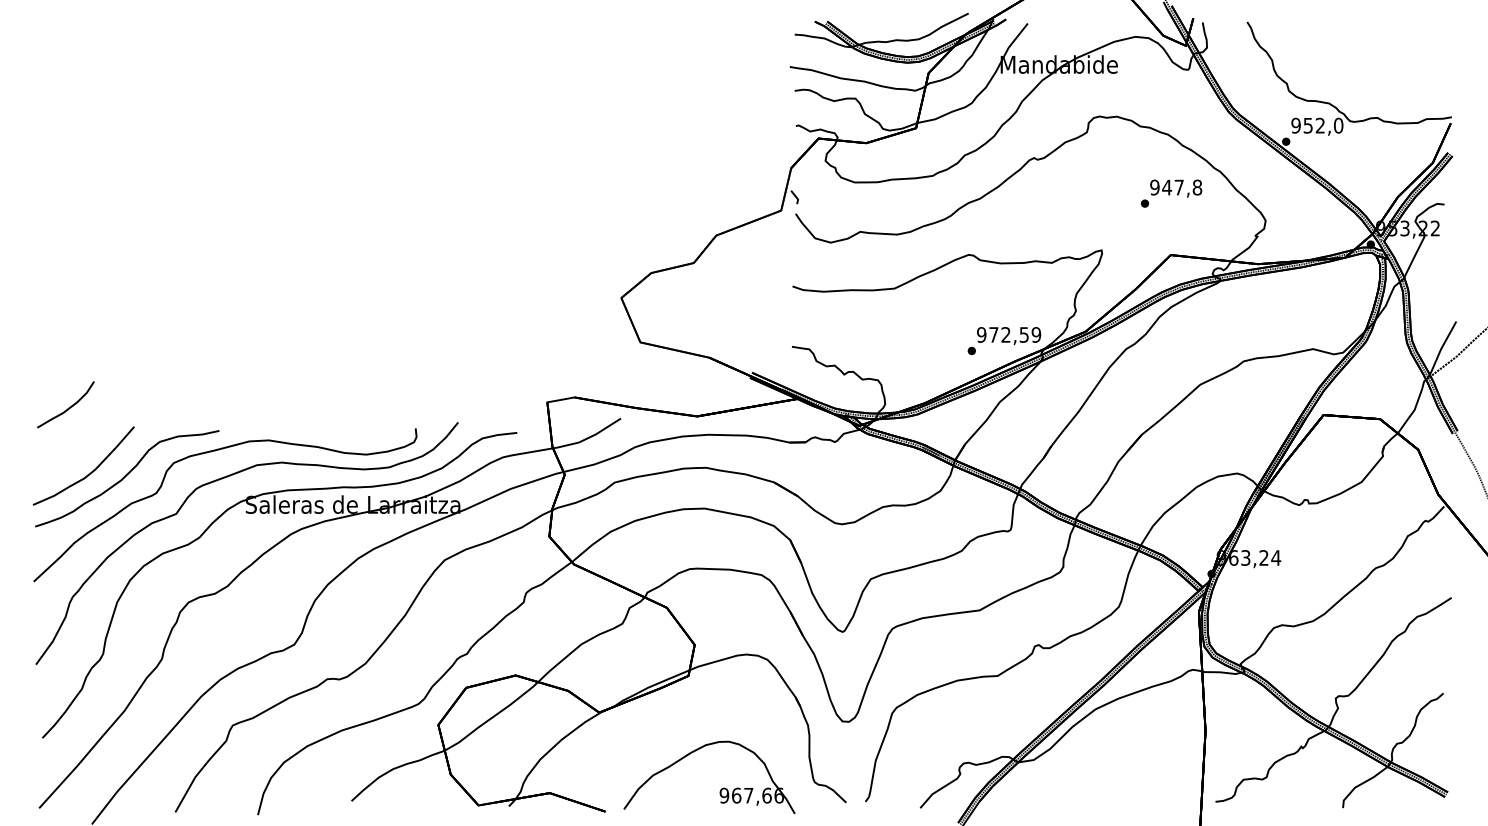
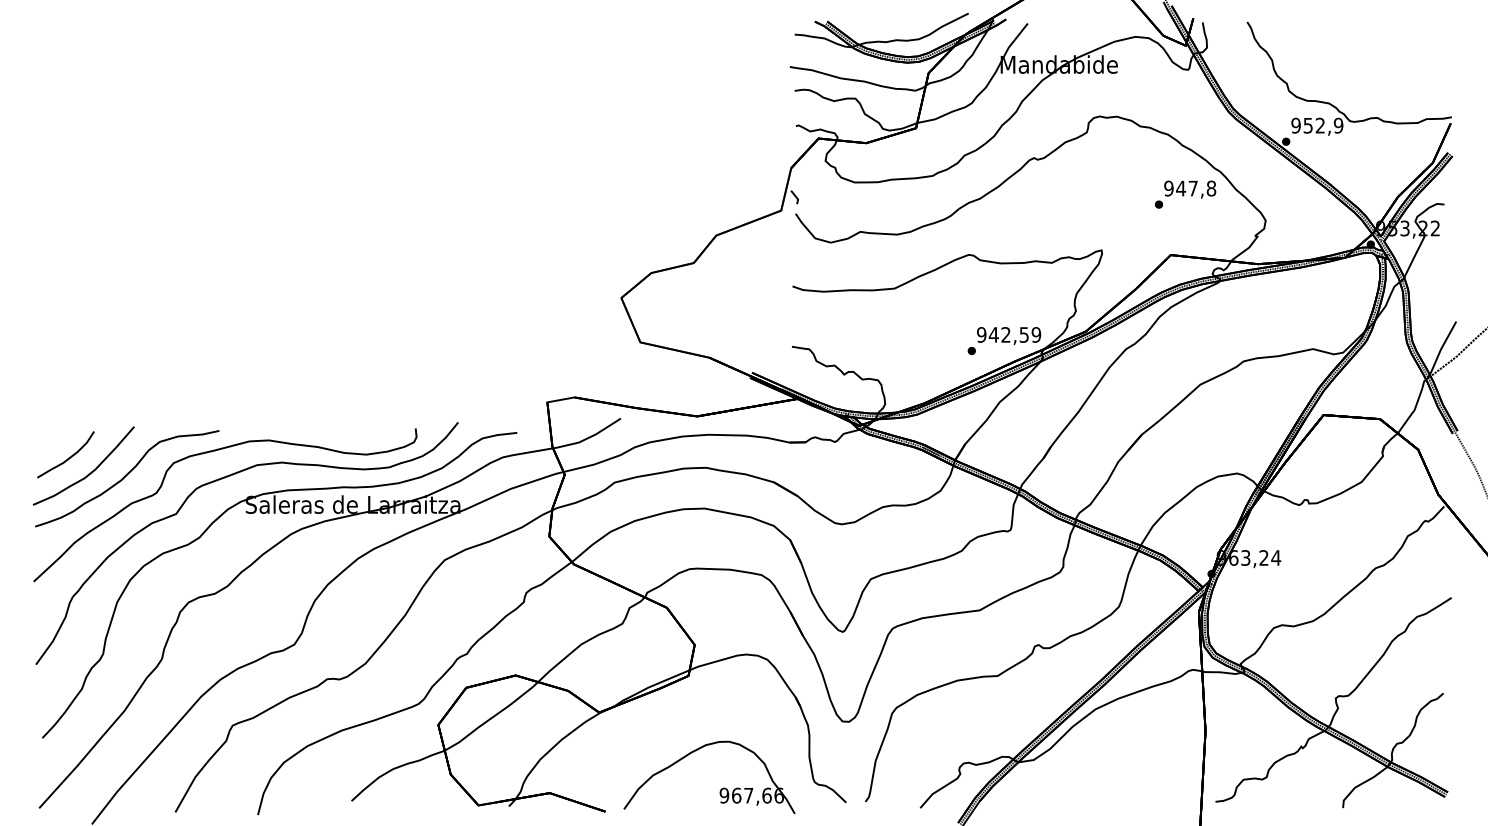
text at (1338, 125): 952,0 -> 952,9
text at (1171, 193) position: (1171, 193) -> (1185, 194)
text at (993, 334): 972,59 -> 942,59
part at (65, 404) position: (65, 404) -> (65, 454)
